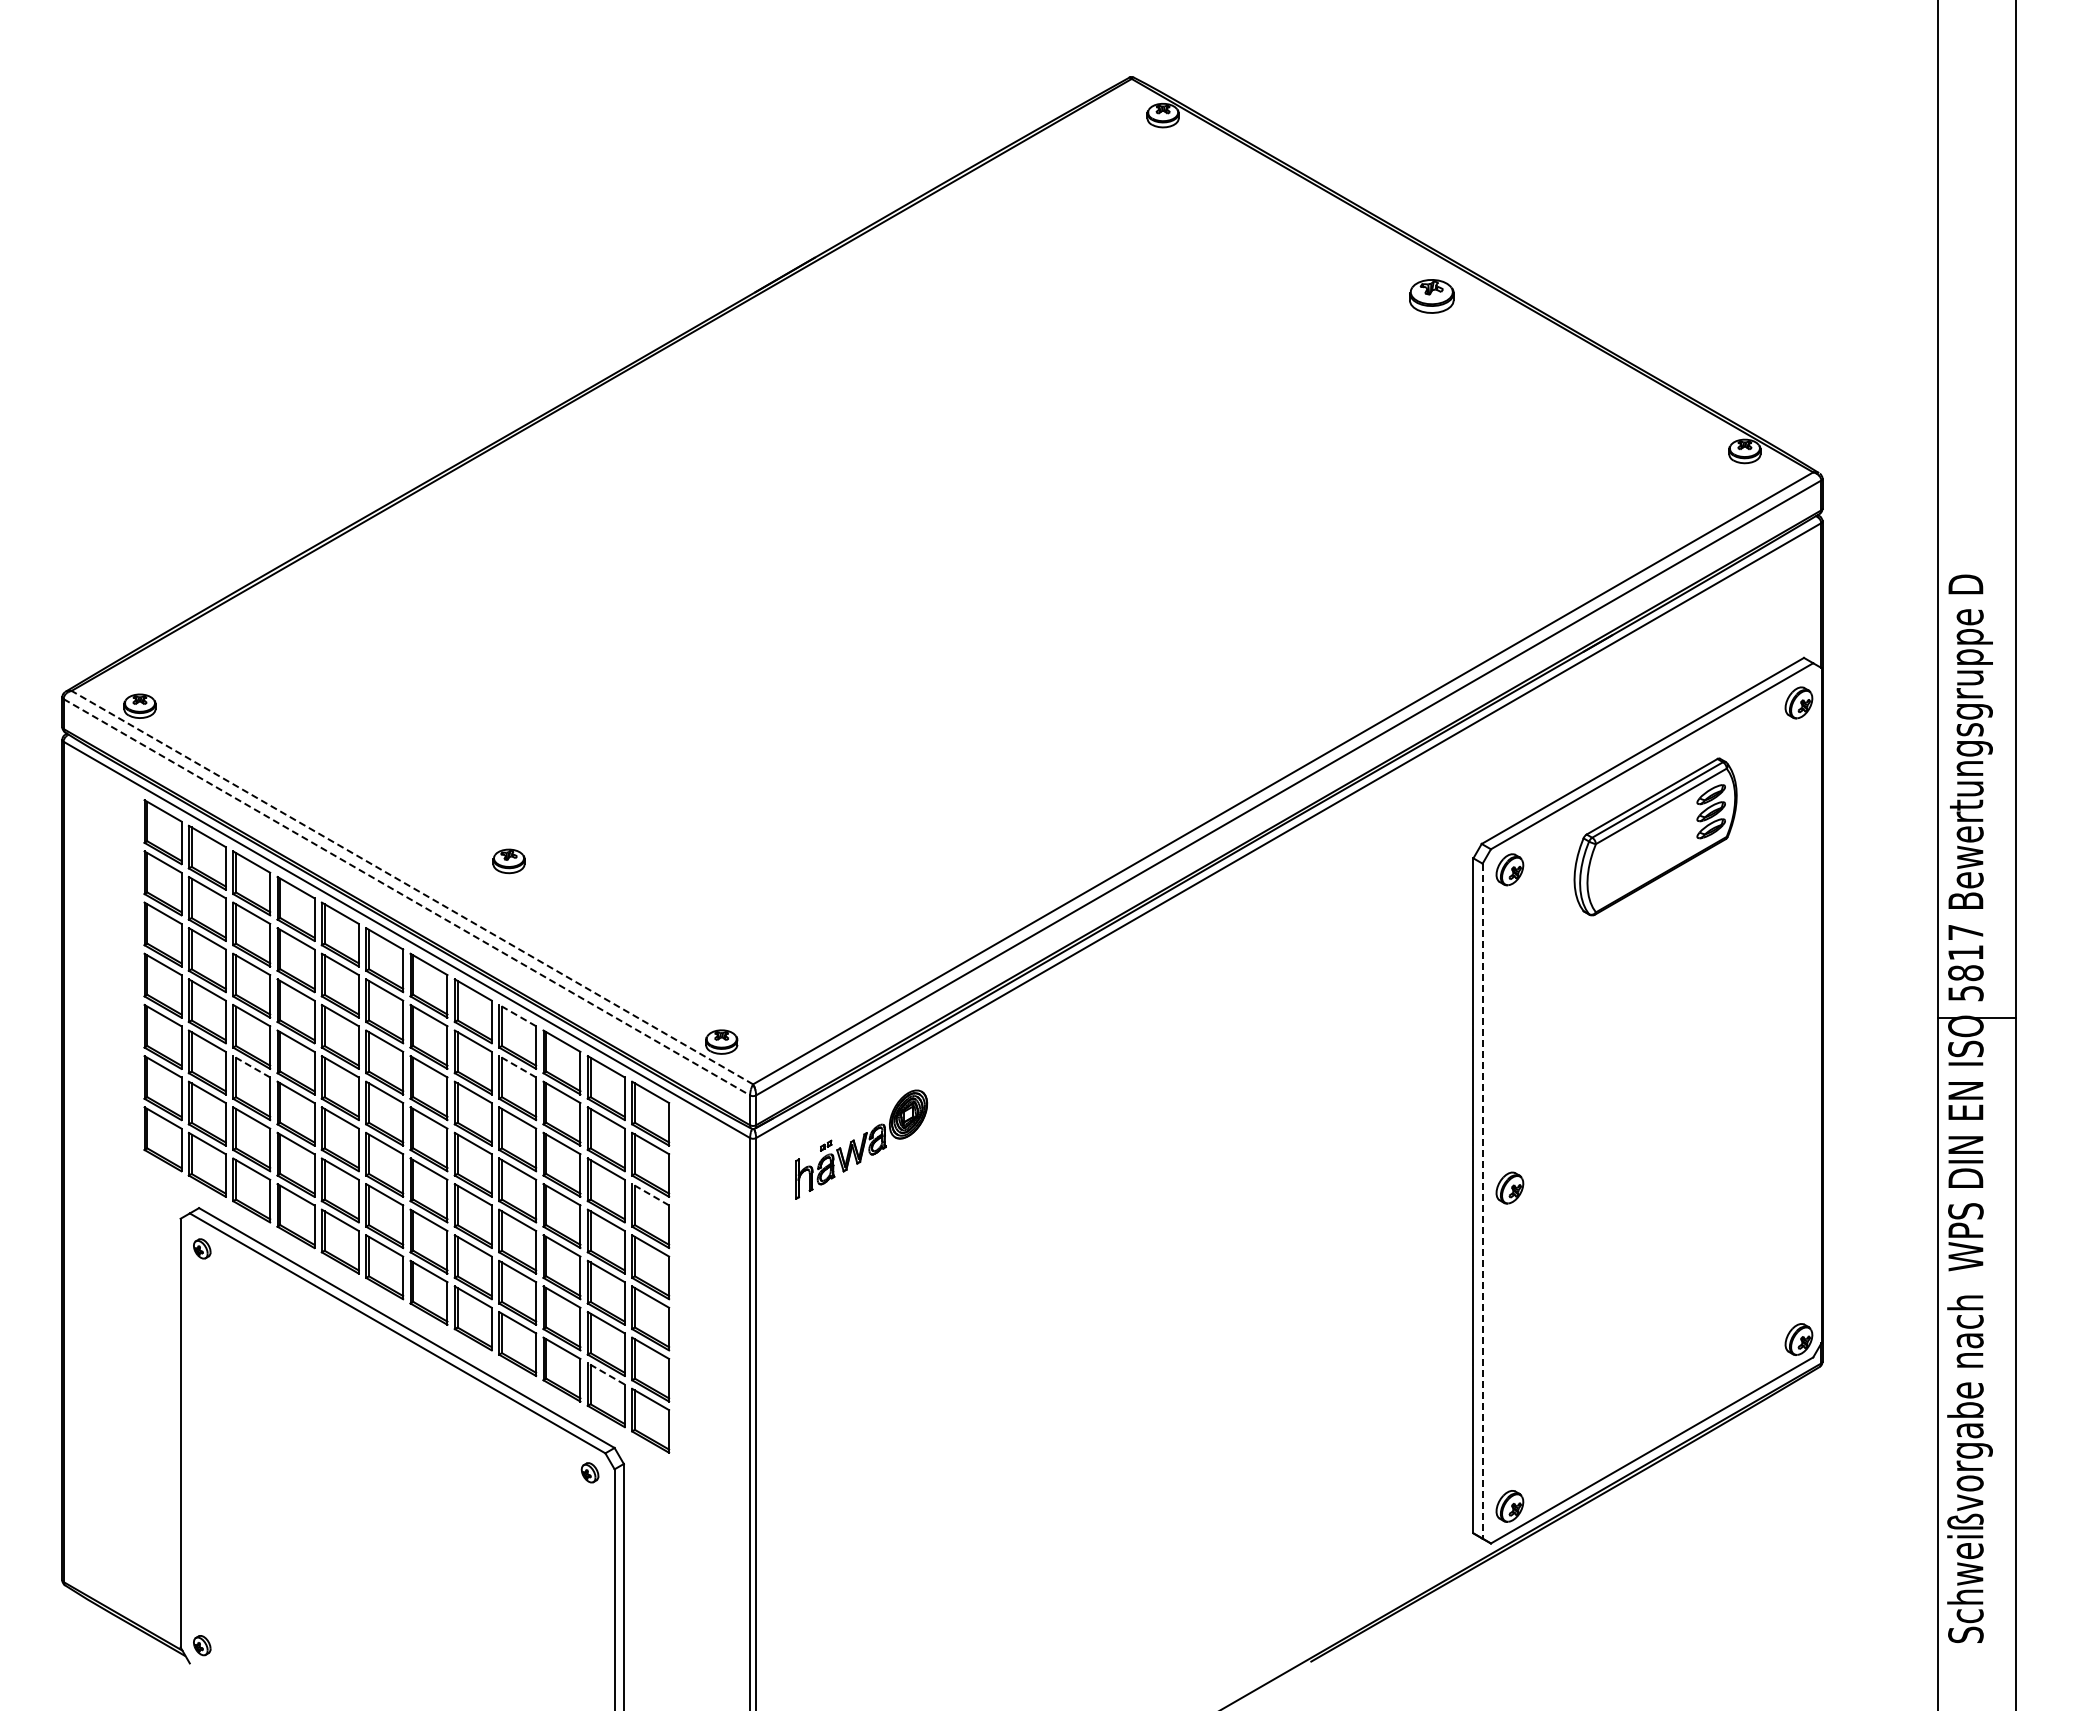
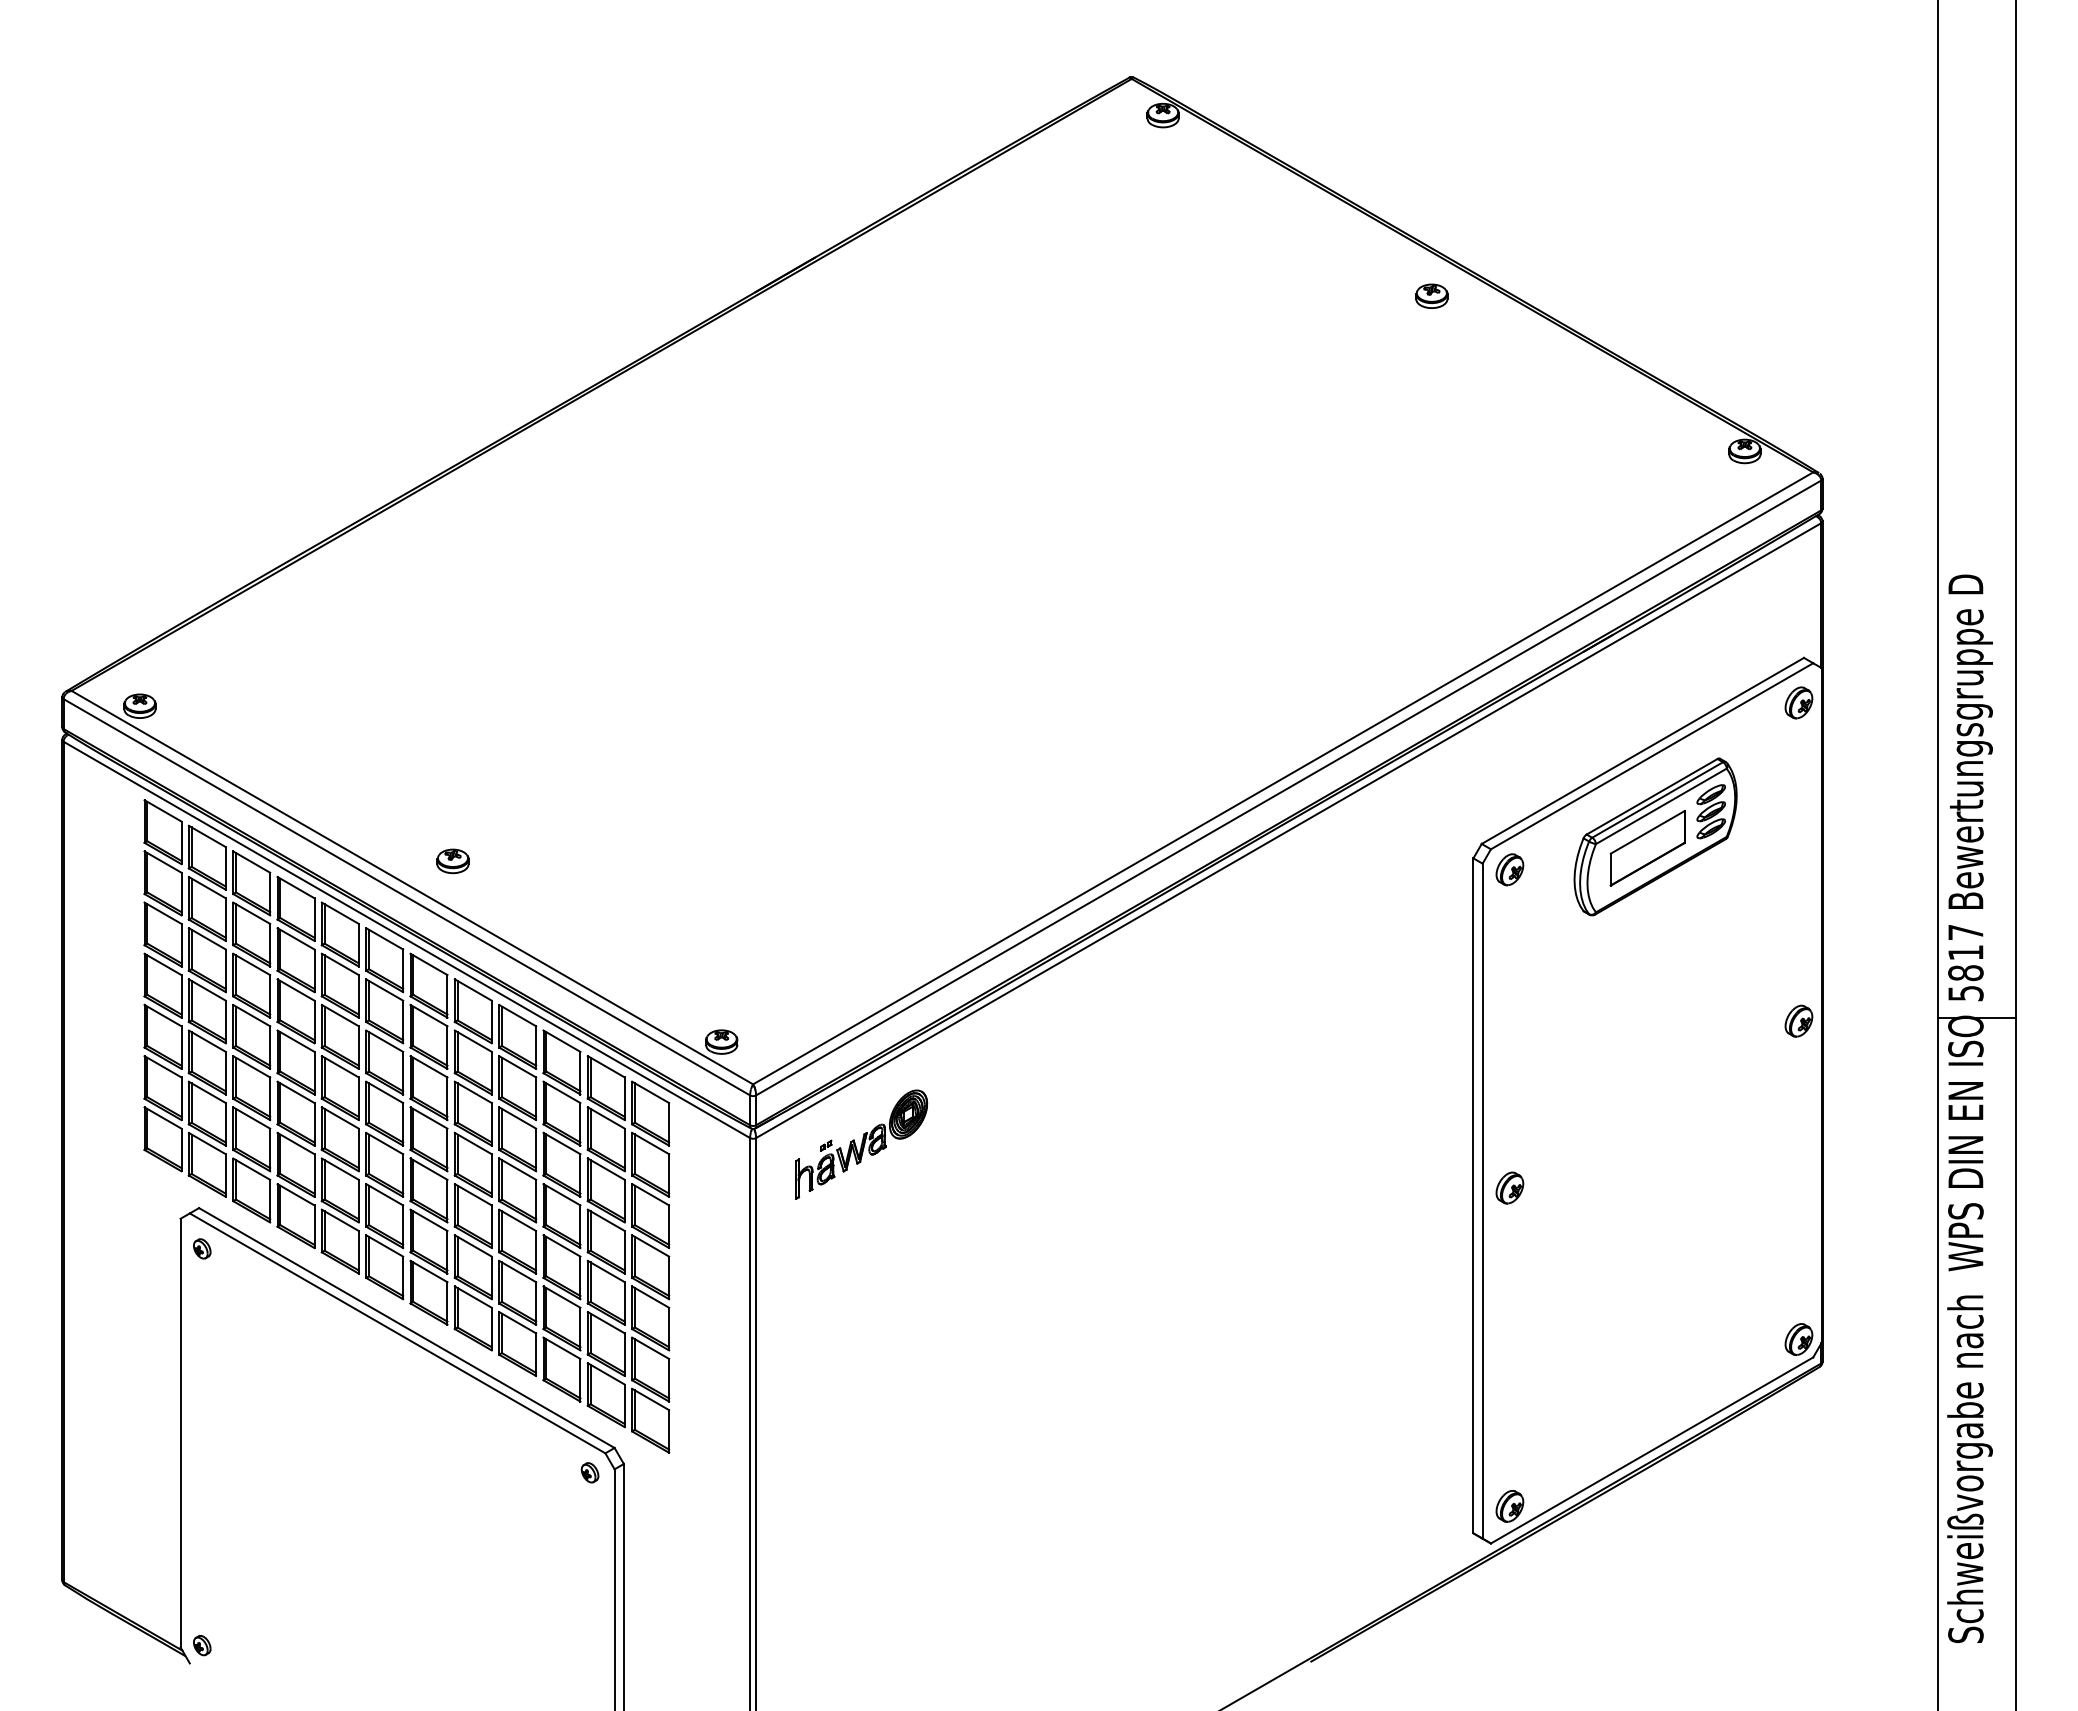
part at (1431, 296) size: 46x35 px -> 34x26 px
part at (1647, 848): none -> present
part at (508, 861) position: (508, 861) -> (452, 861)
line at (411, 887): dashed -> solid
line at (407, 897): dashed -> solid
line at (517, 1015): dashed -> solid
part at (1798, 1020): none -> present
line at (251, 1066): dashed -> solid
line at (517, 1066): dashed -> solid
line at (650, 1194): dashed -> solid
line at (1482, 1201): dashed -> solid
line at (605, 1373): dashed -> solid
